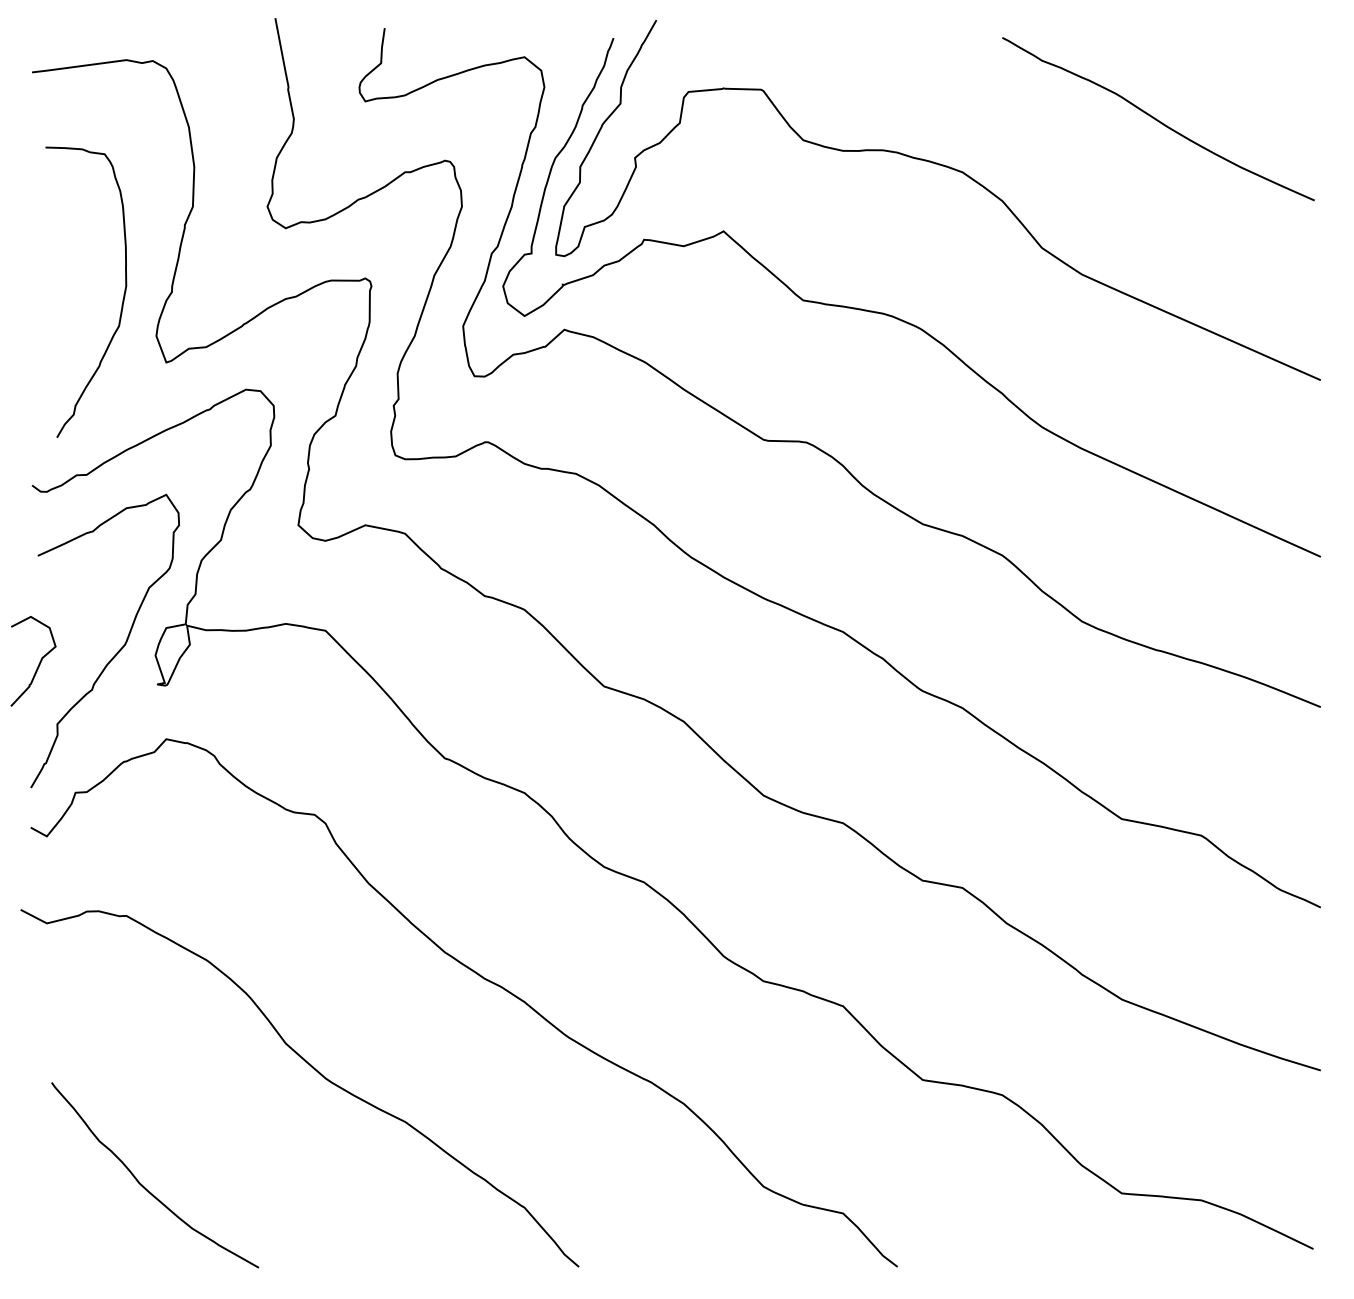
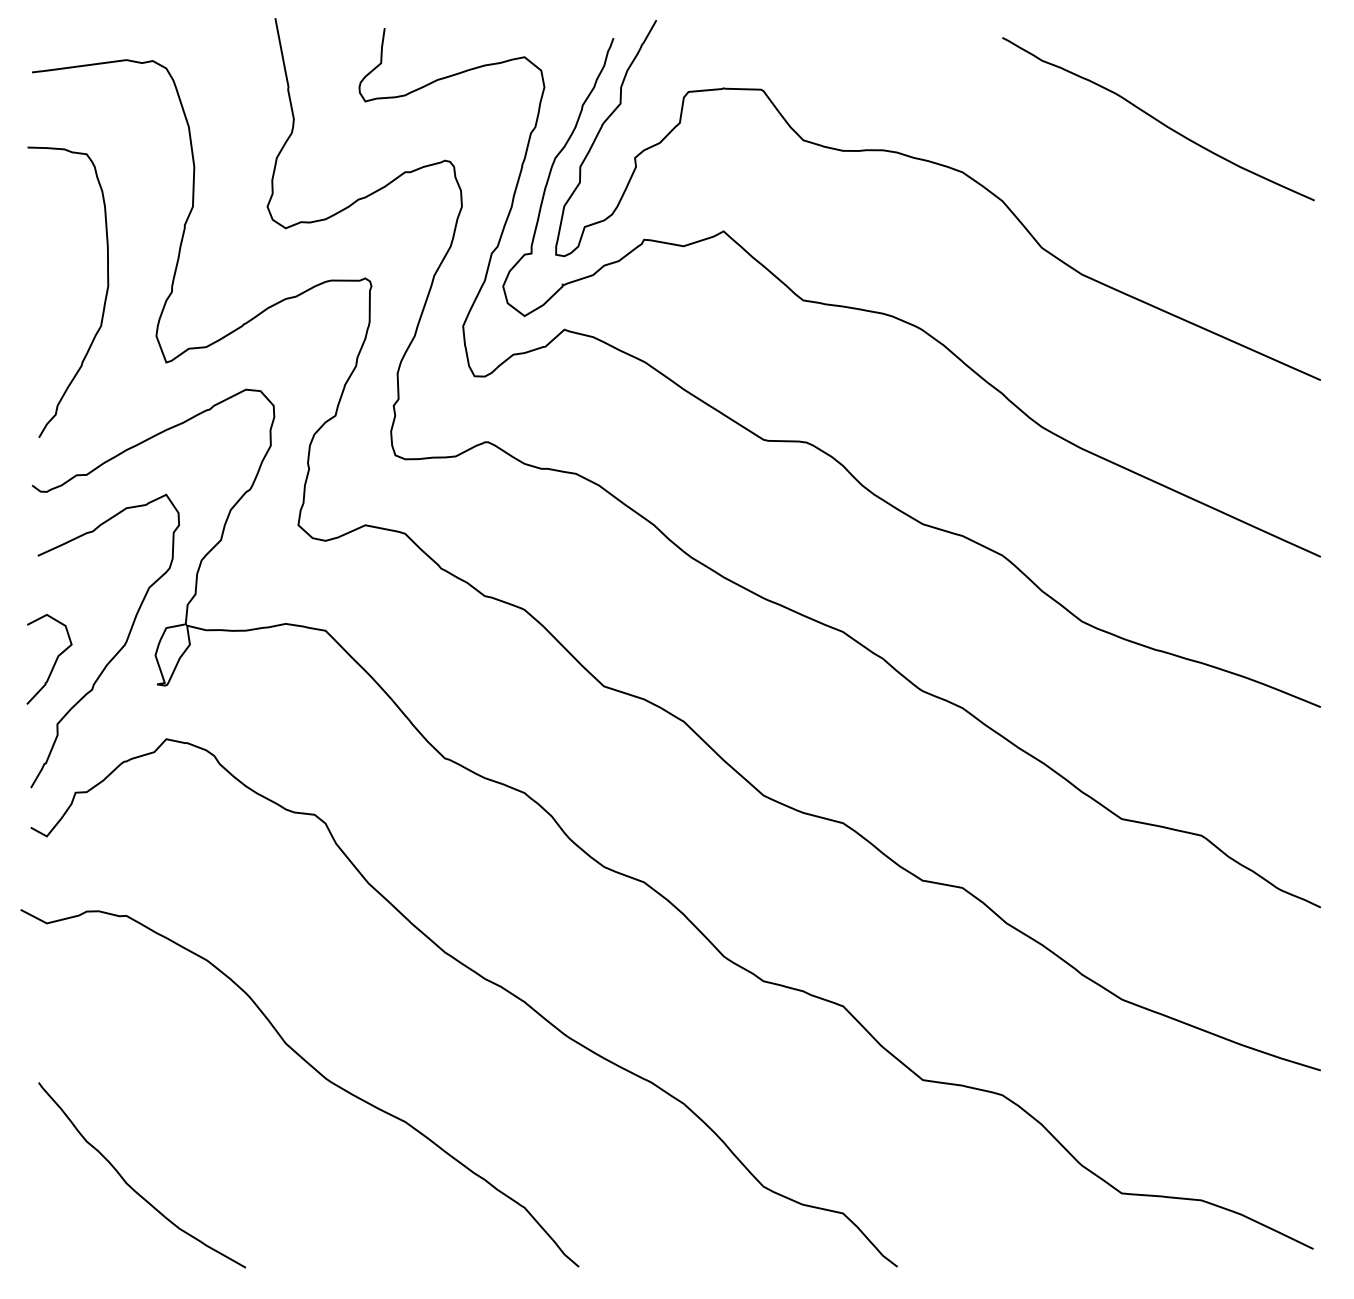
curve at (122, 299) position: (122, 299) -> (104, 299)
curve at (38, 664) position: (38, 664) -> (54, 662)
curve at (144, 1186) position: (144, 1186) -> (131, 1186)
